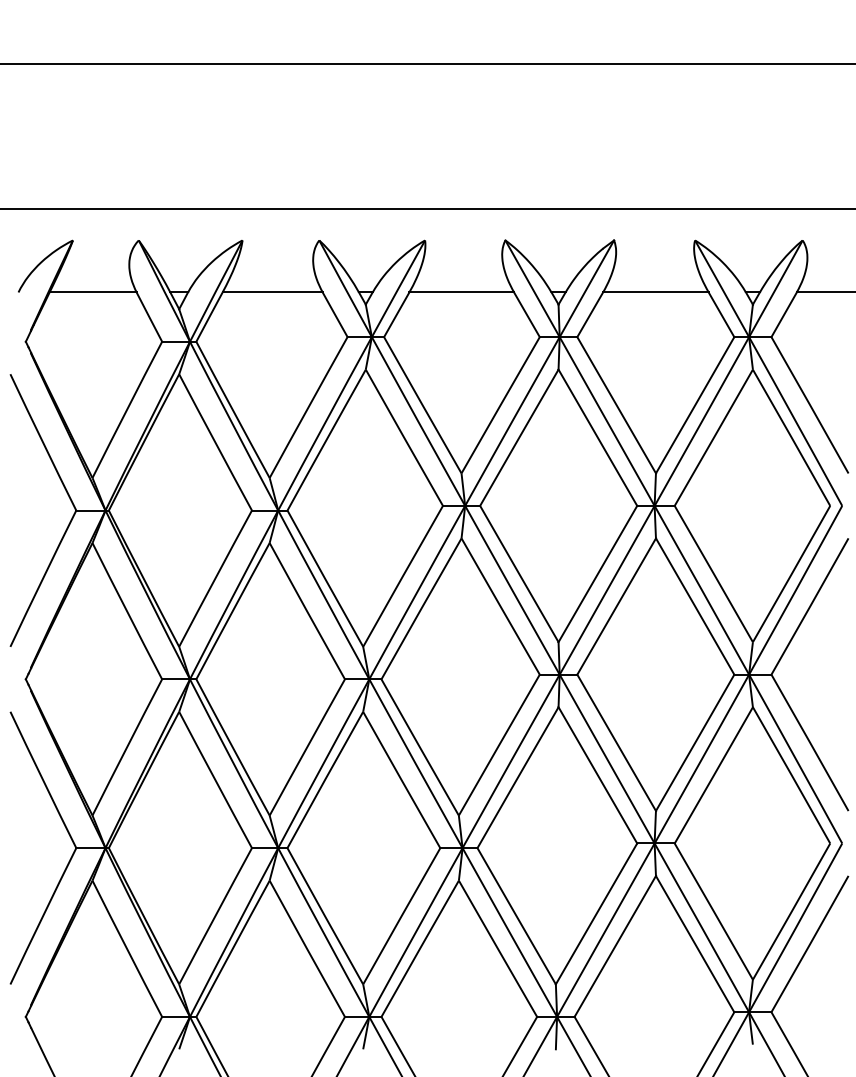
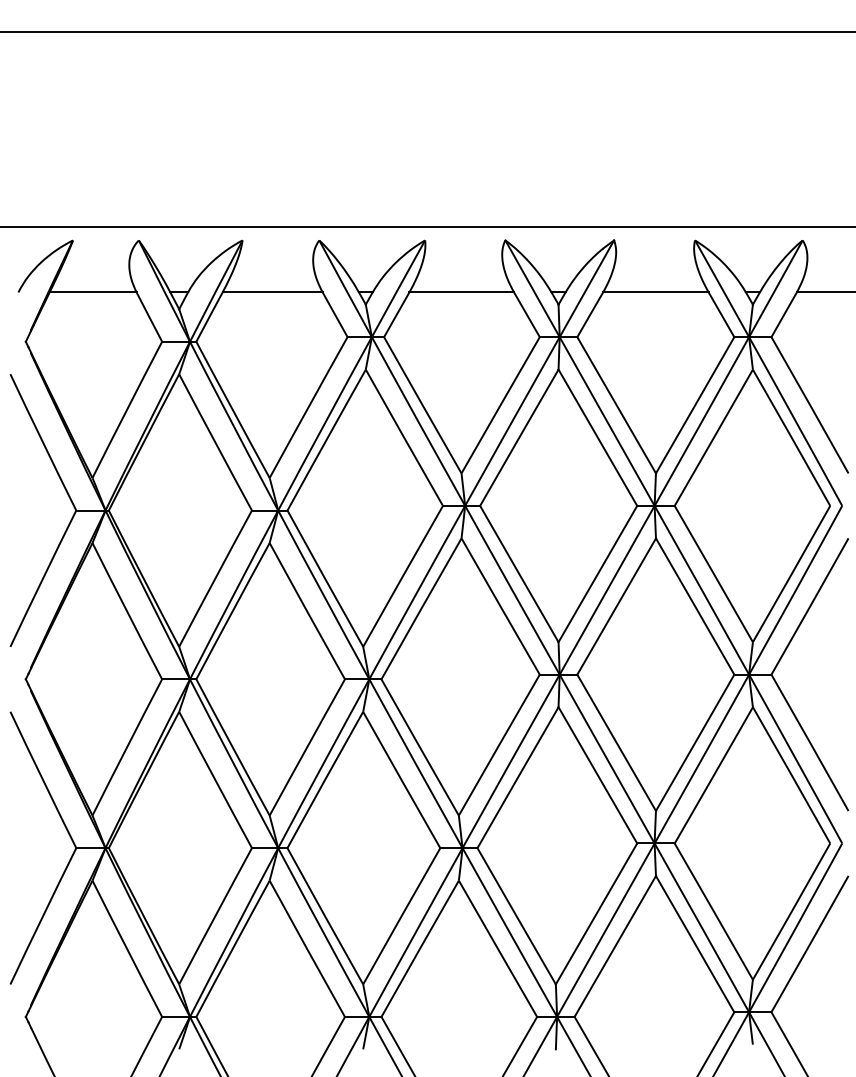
line at (427, 64) position: (427, 64) -> (427, 32)
line at (427, 209) position: (427, 209) -> (427, 227)
